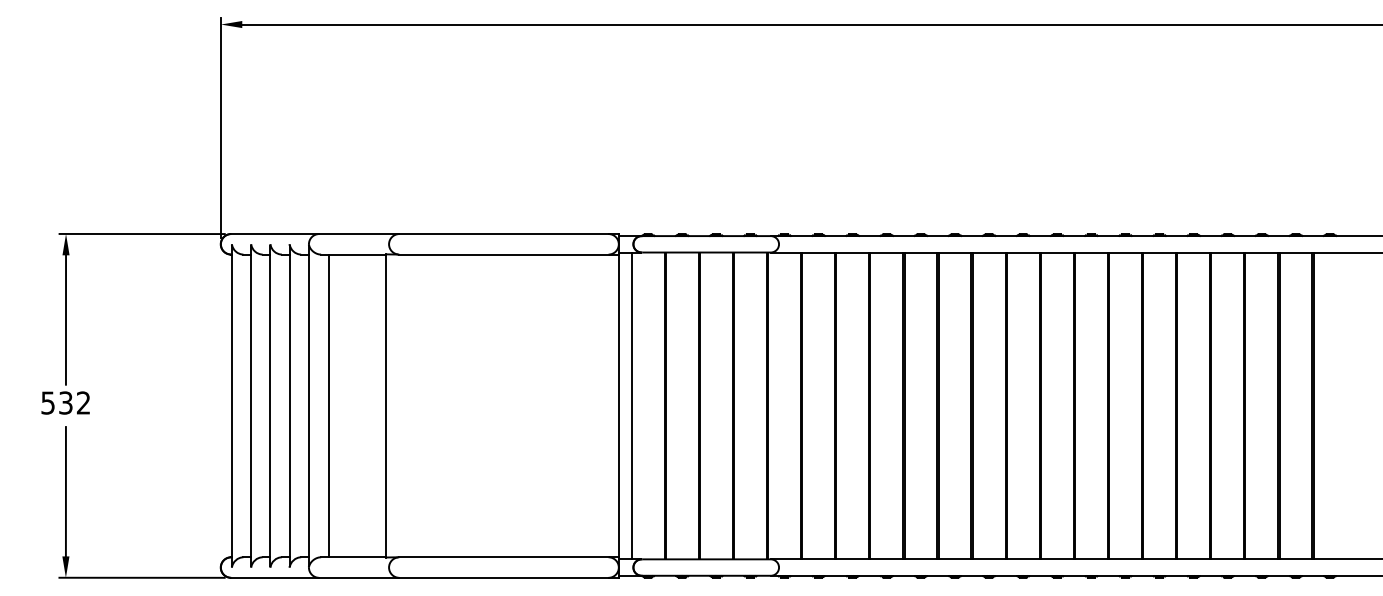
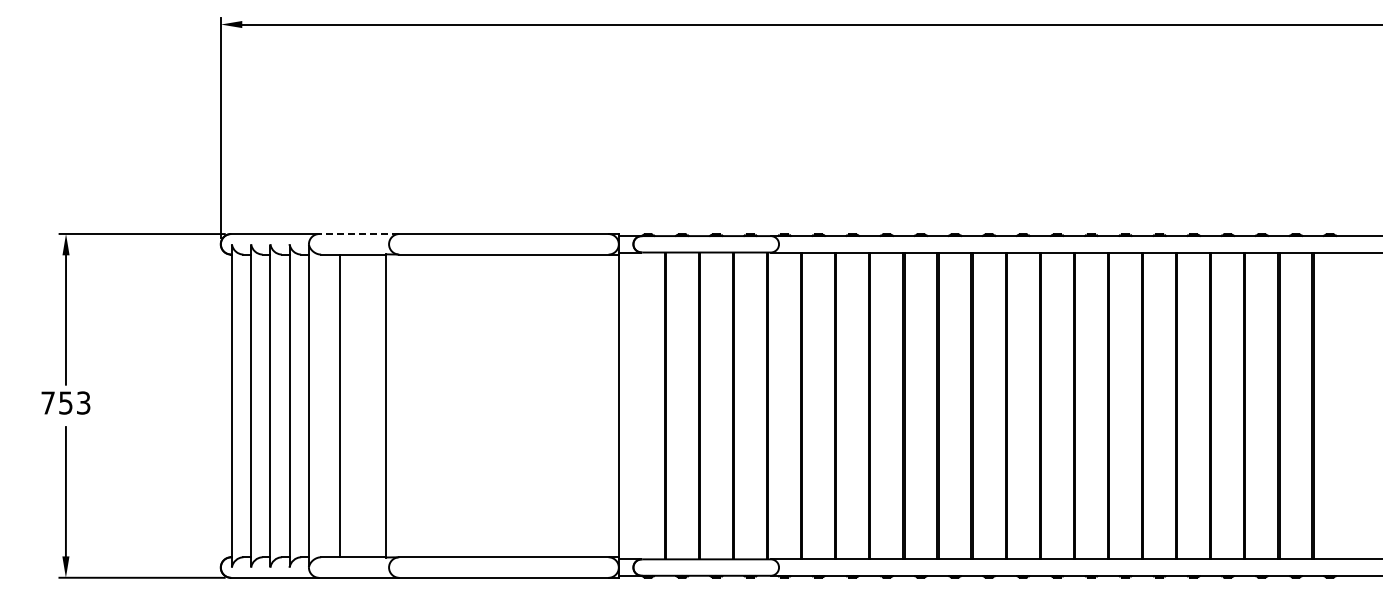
line at (358, 234): solid -> dashed
text at (65, 402): 532 -> 753
line at (329, 405) position: (329, 405) -> (340, 405)
line at (631, 405): present -> none
